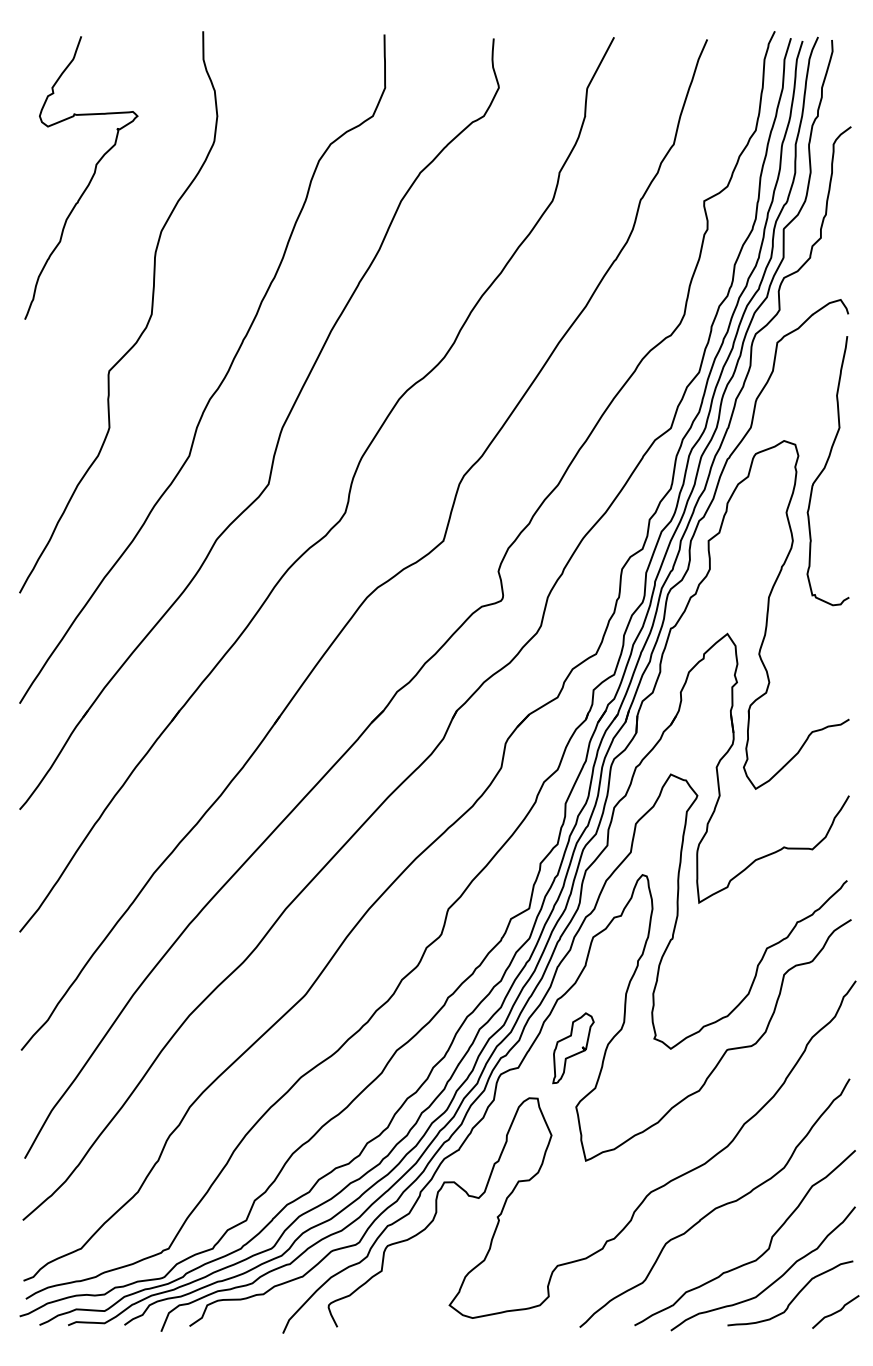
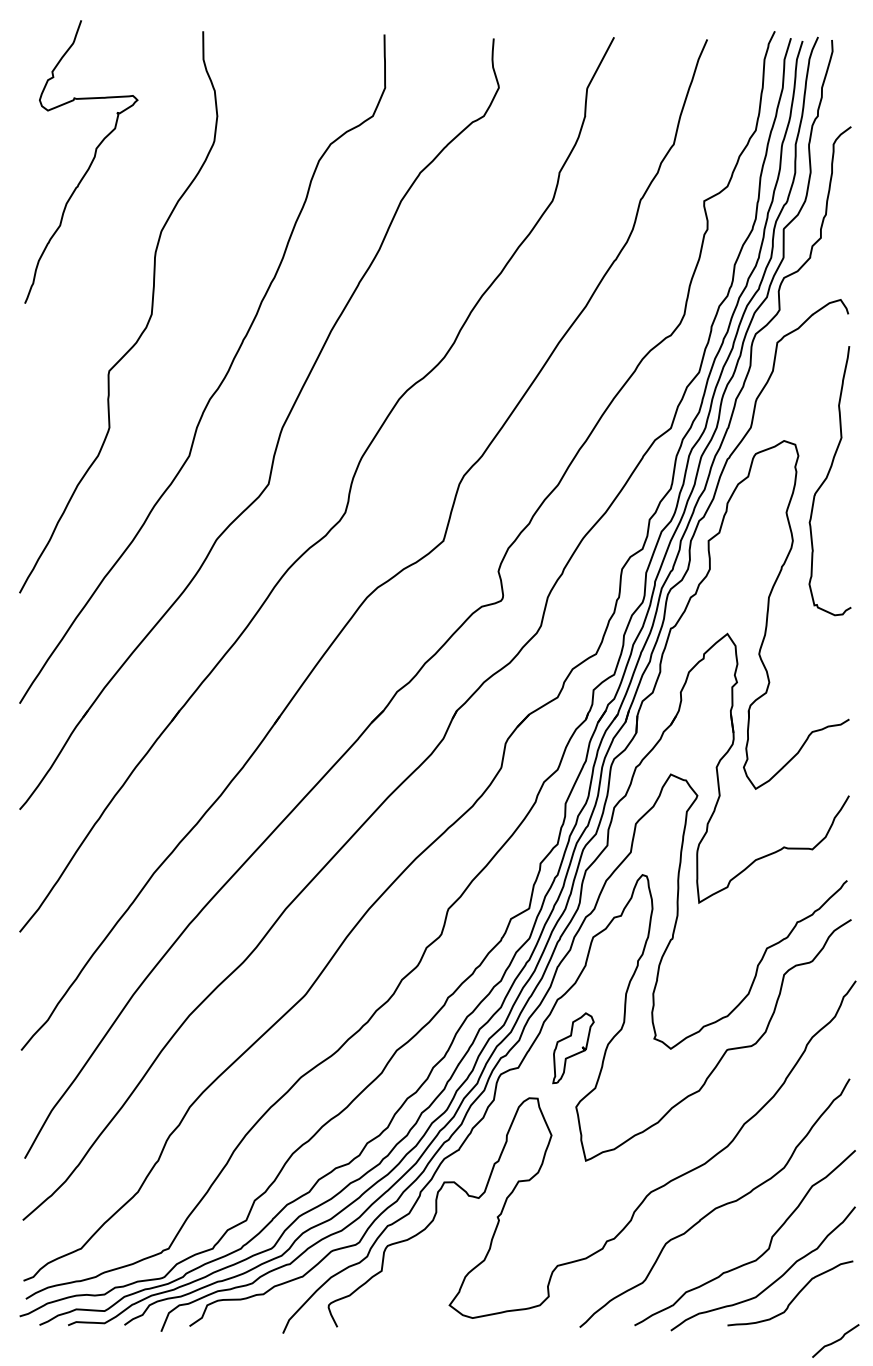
curve at (89, 180) position: (89, 180) -> (89, 164)
curve at (825, 468) position: (825, 468) -> (827, 478)
curve at (835, 1311) position: (835, 1311) -> (835, 1340)
